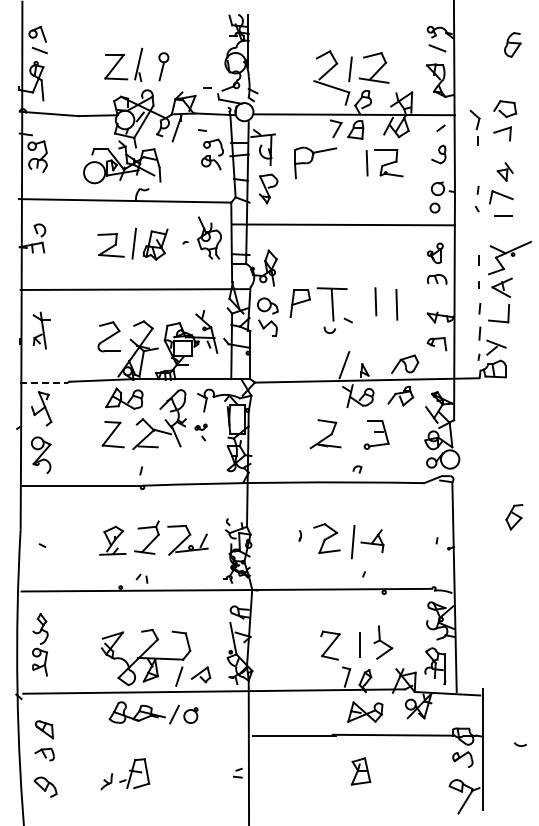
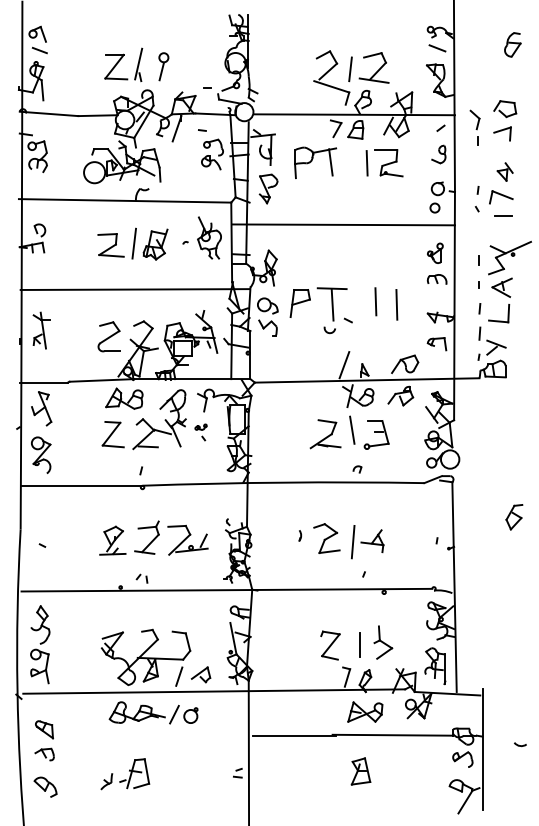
line at (330, 162): none -> present
line at (44, 382): dashed -> solid
line at (352, 429): none -> present
part at (40, 644) size: 17x65 px -> 21x80 px
